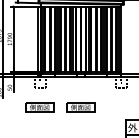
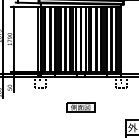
part at (39, 107): present -> none
